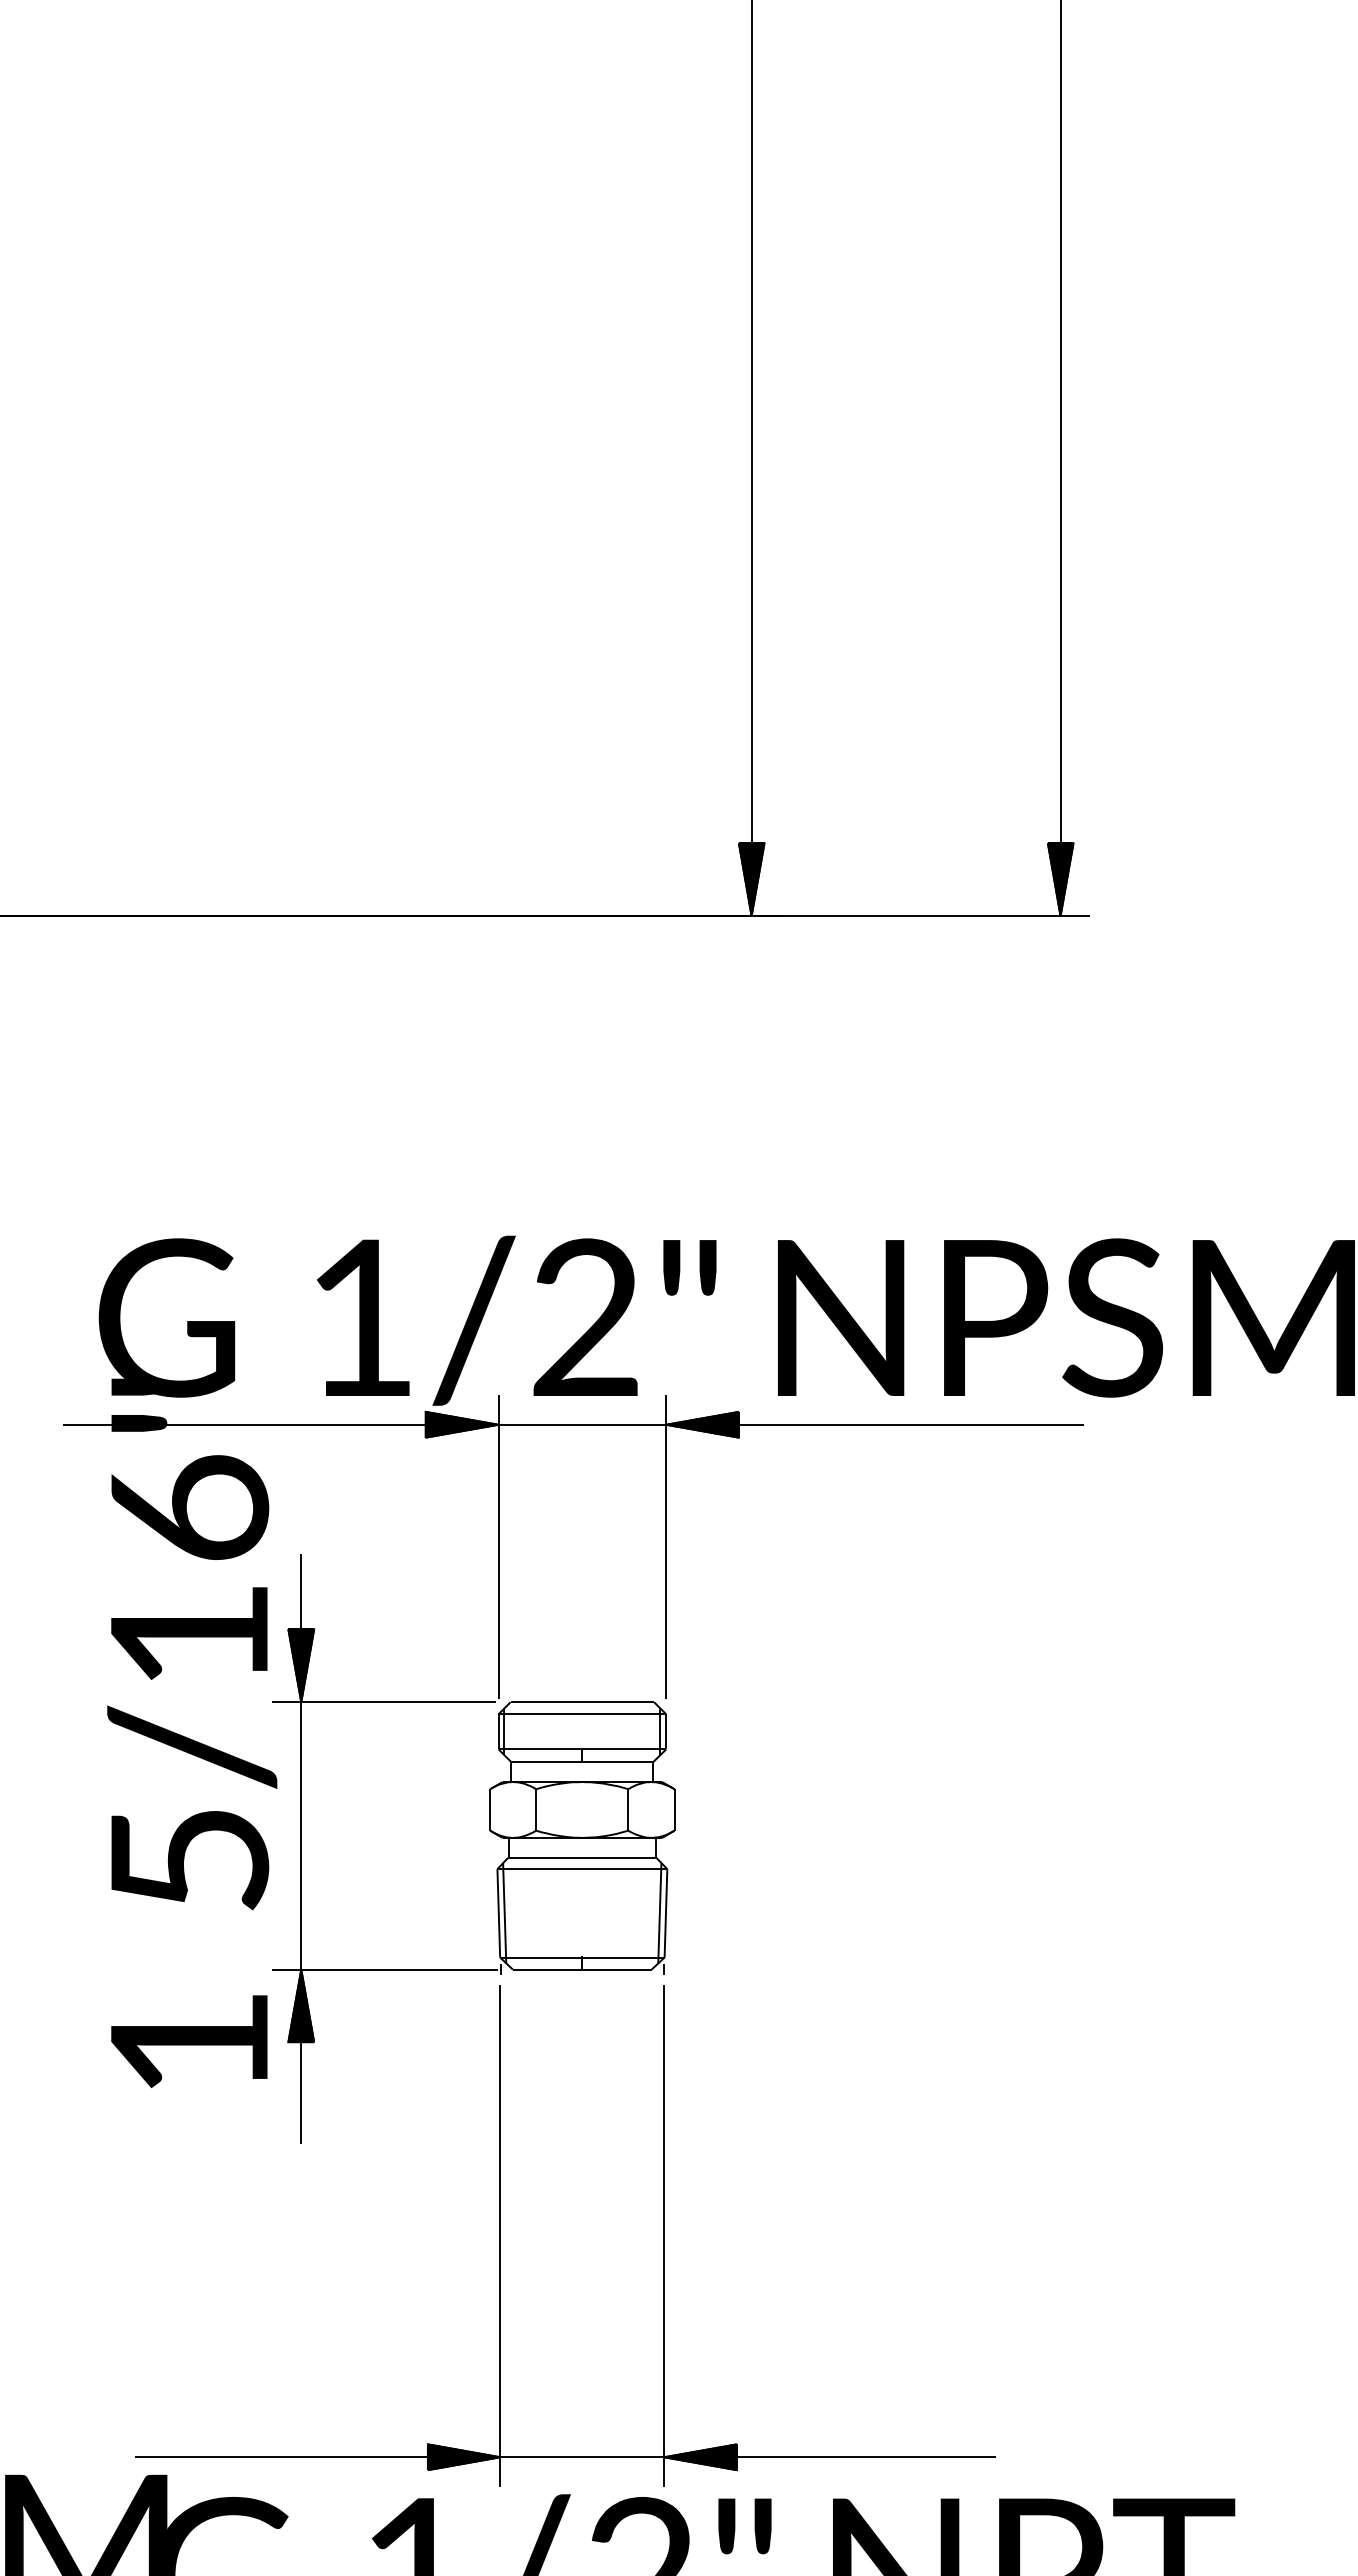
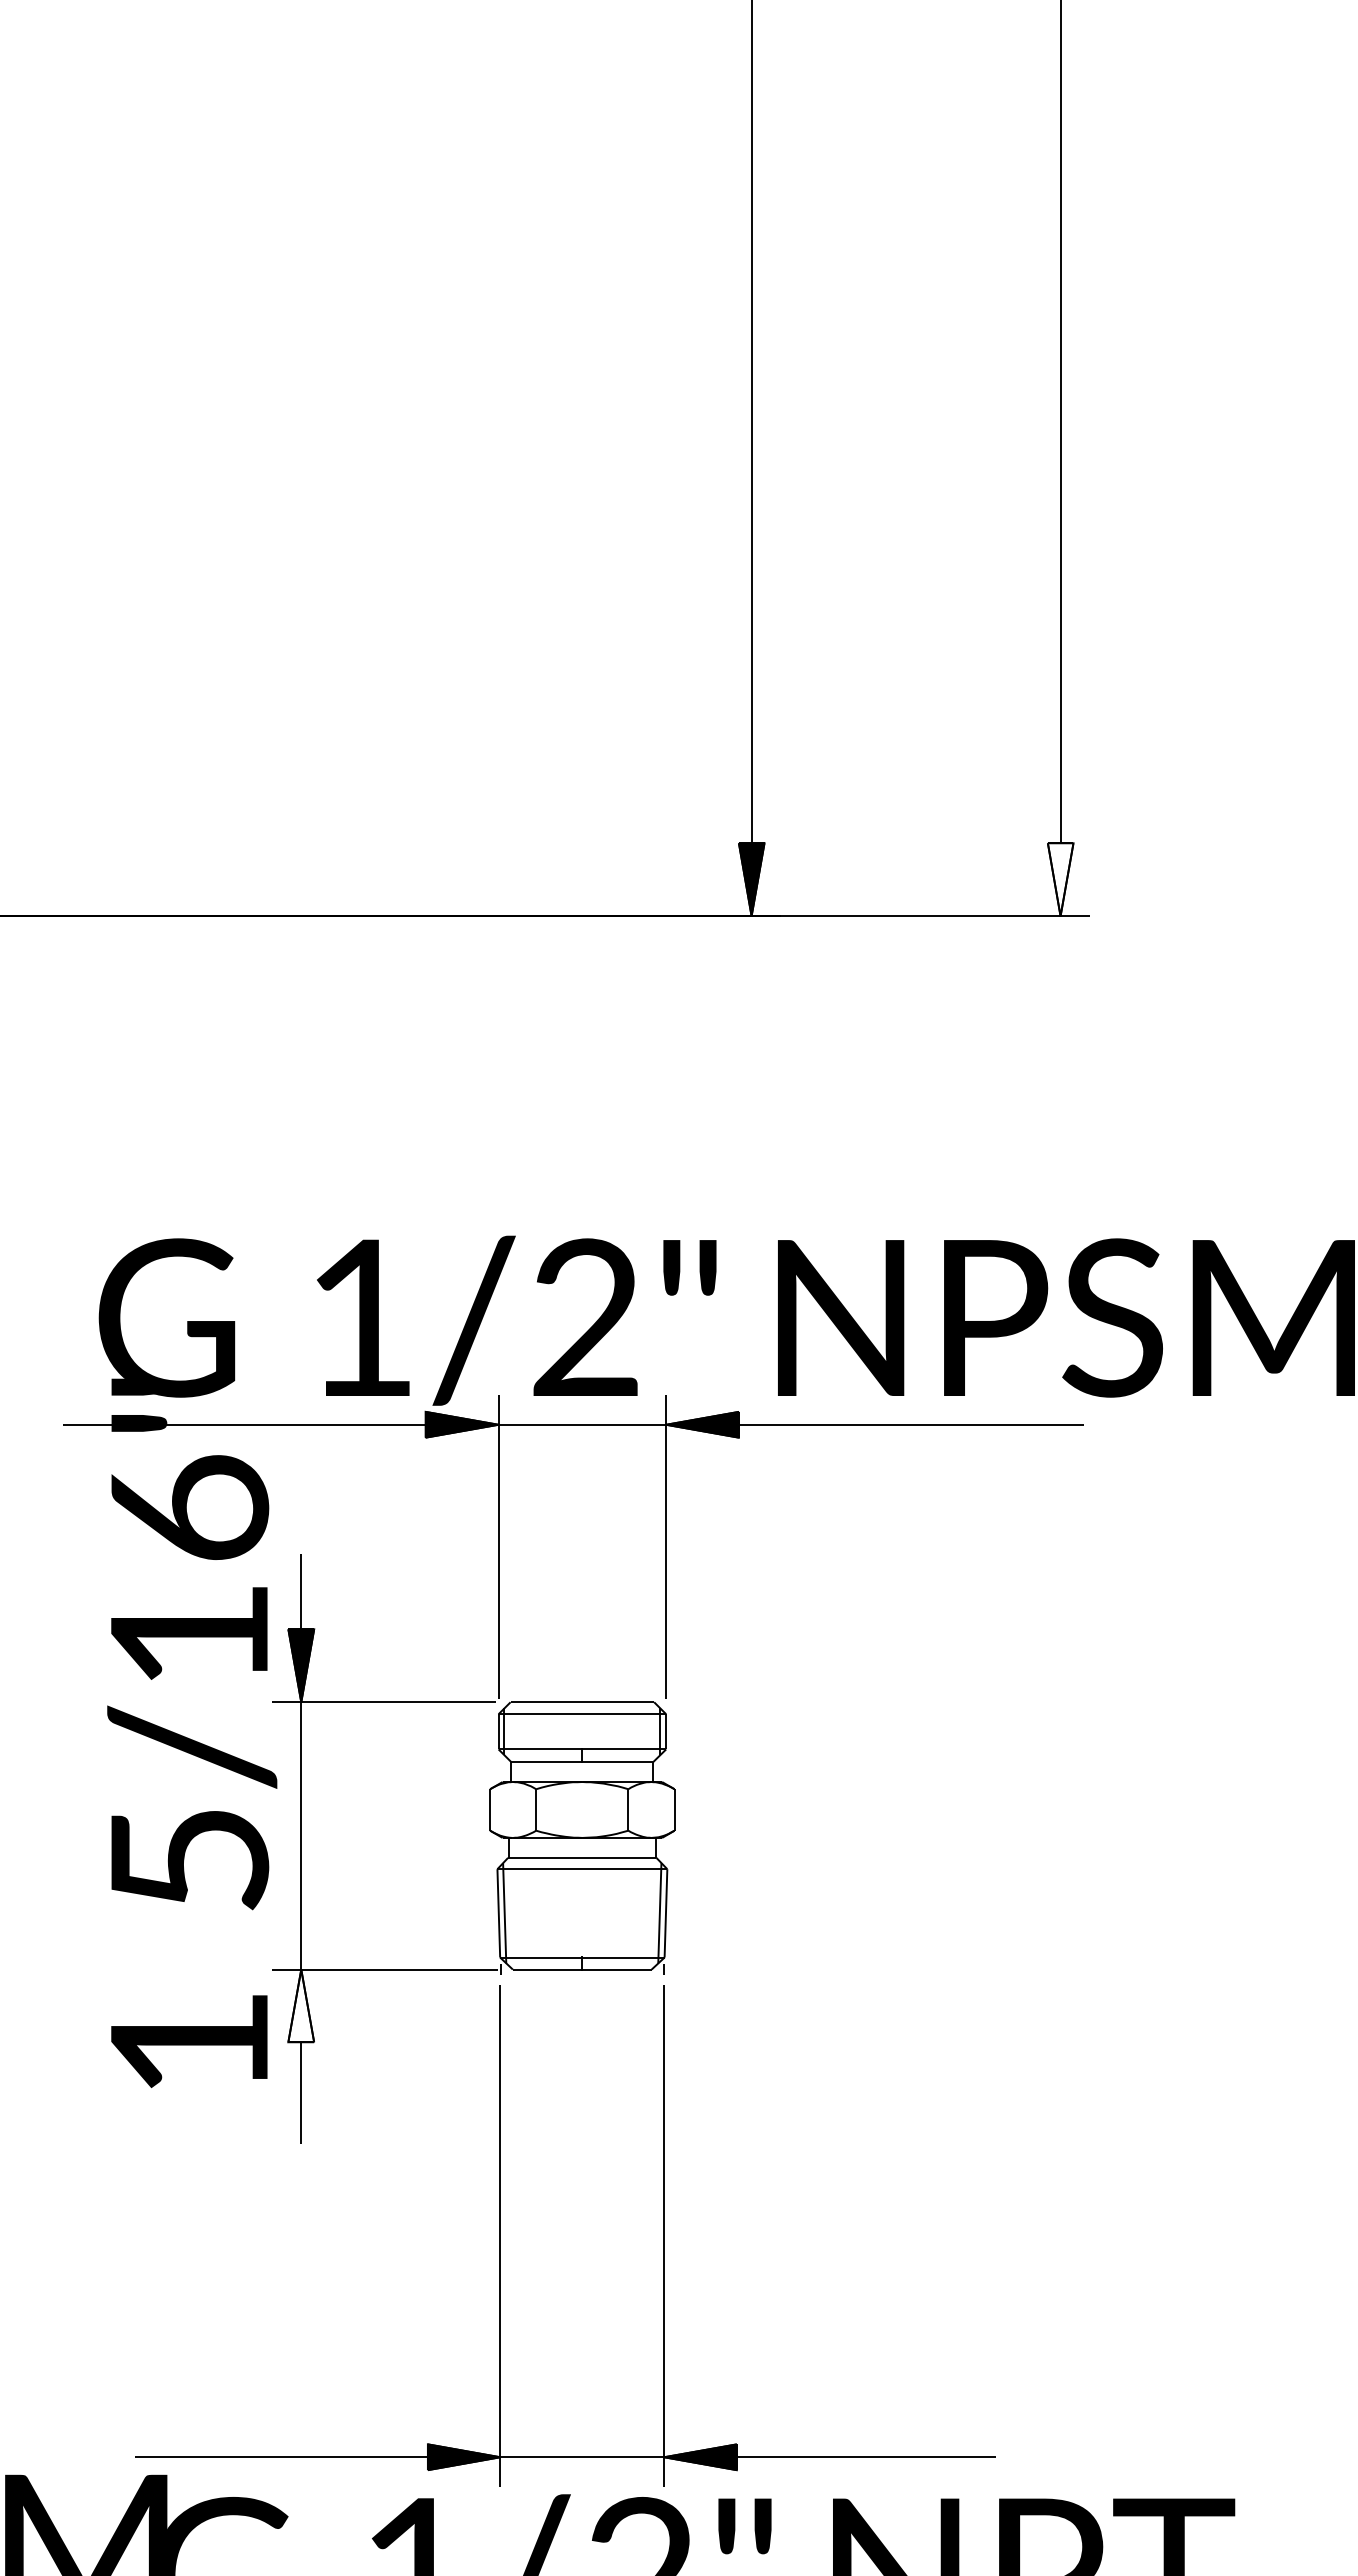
fill at (1060, 879): present -> none
fill at (301, 2005): present -> none
